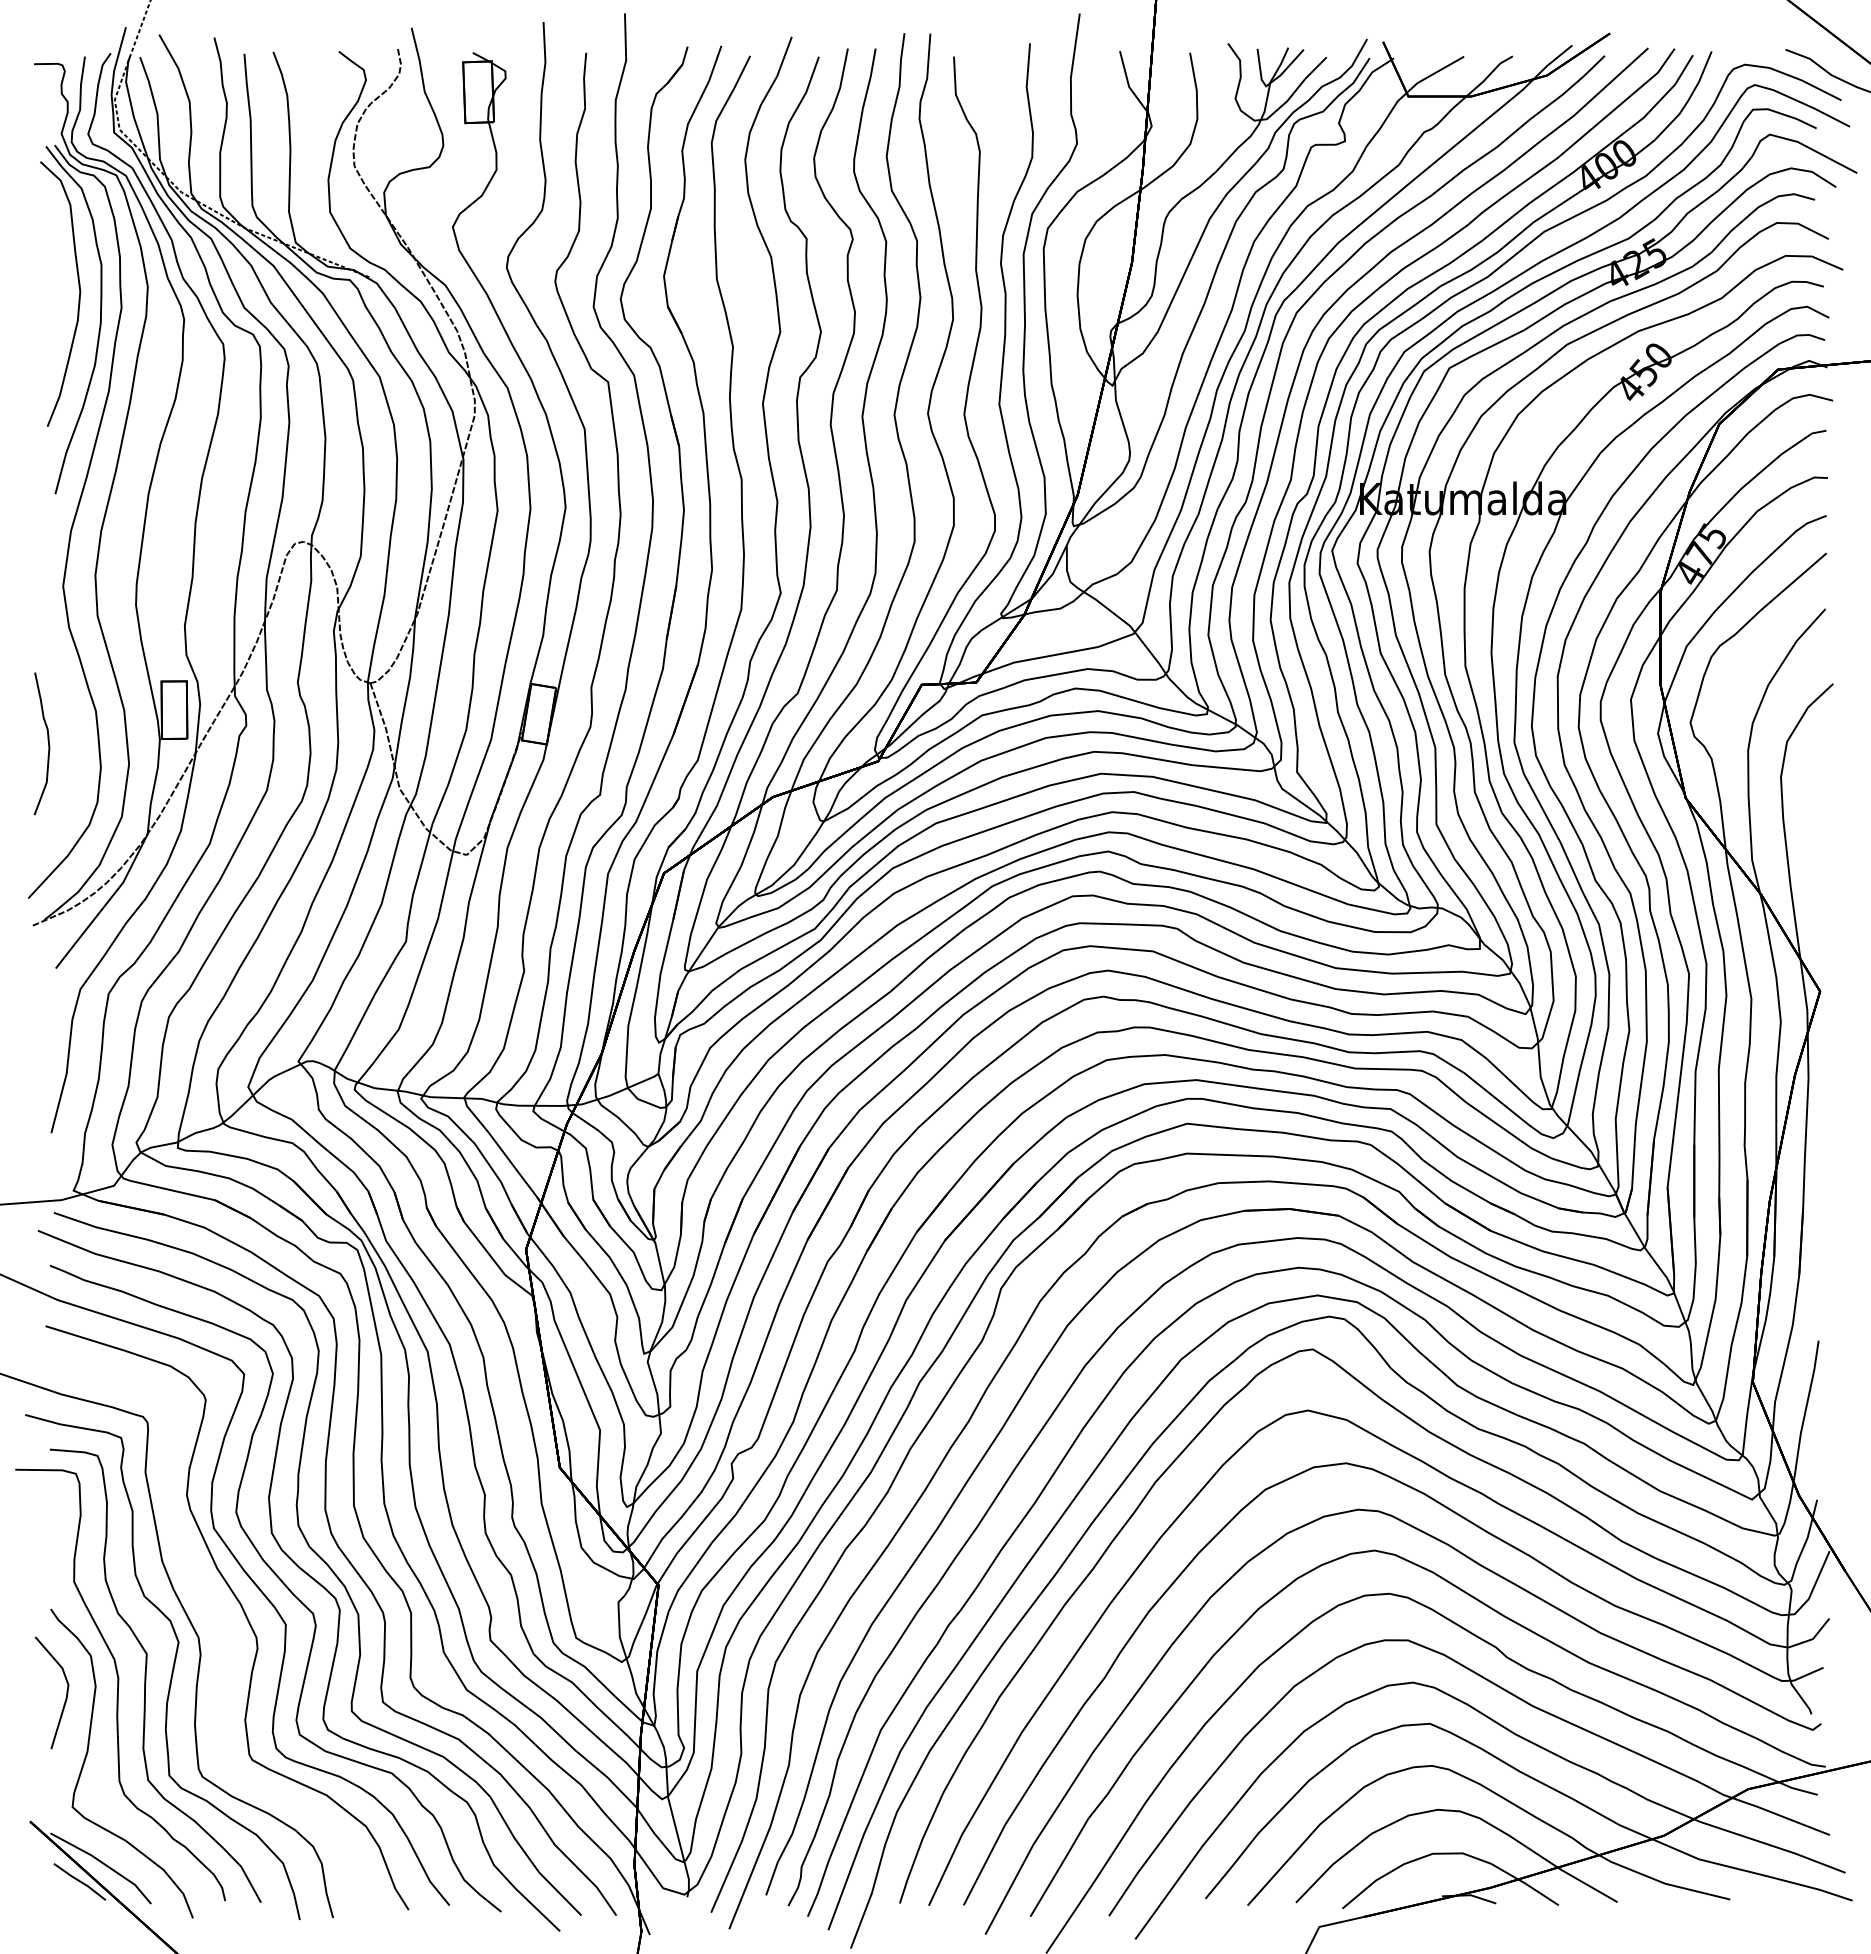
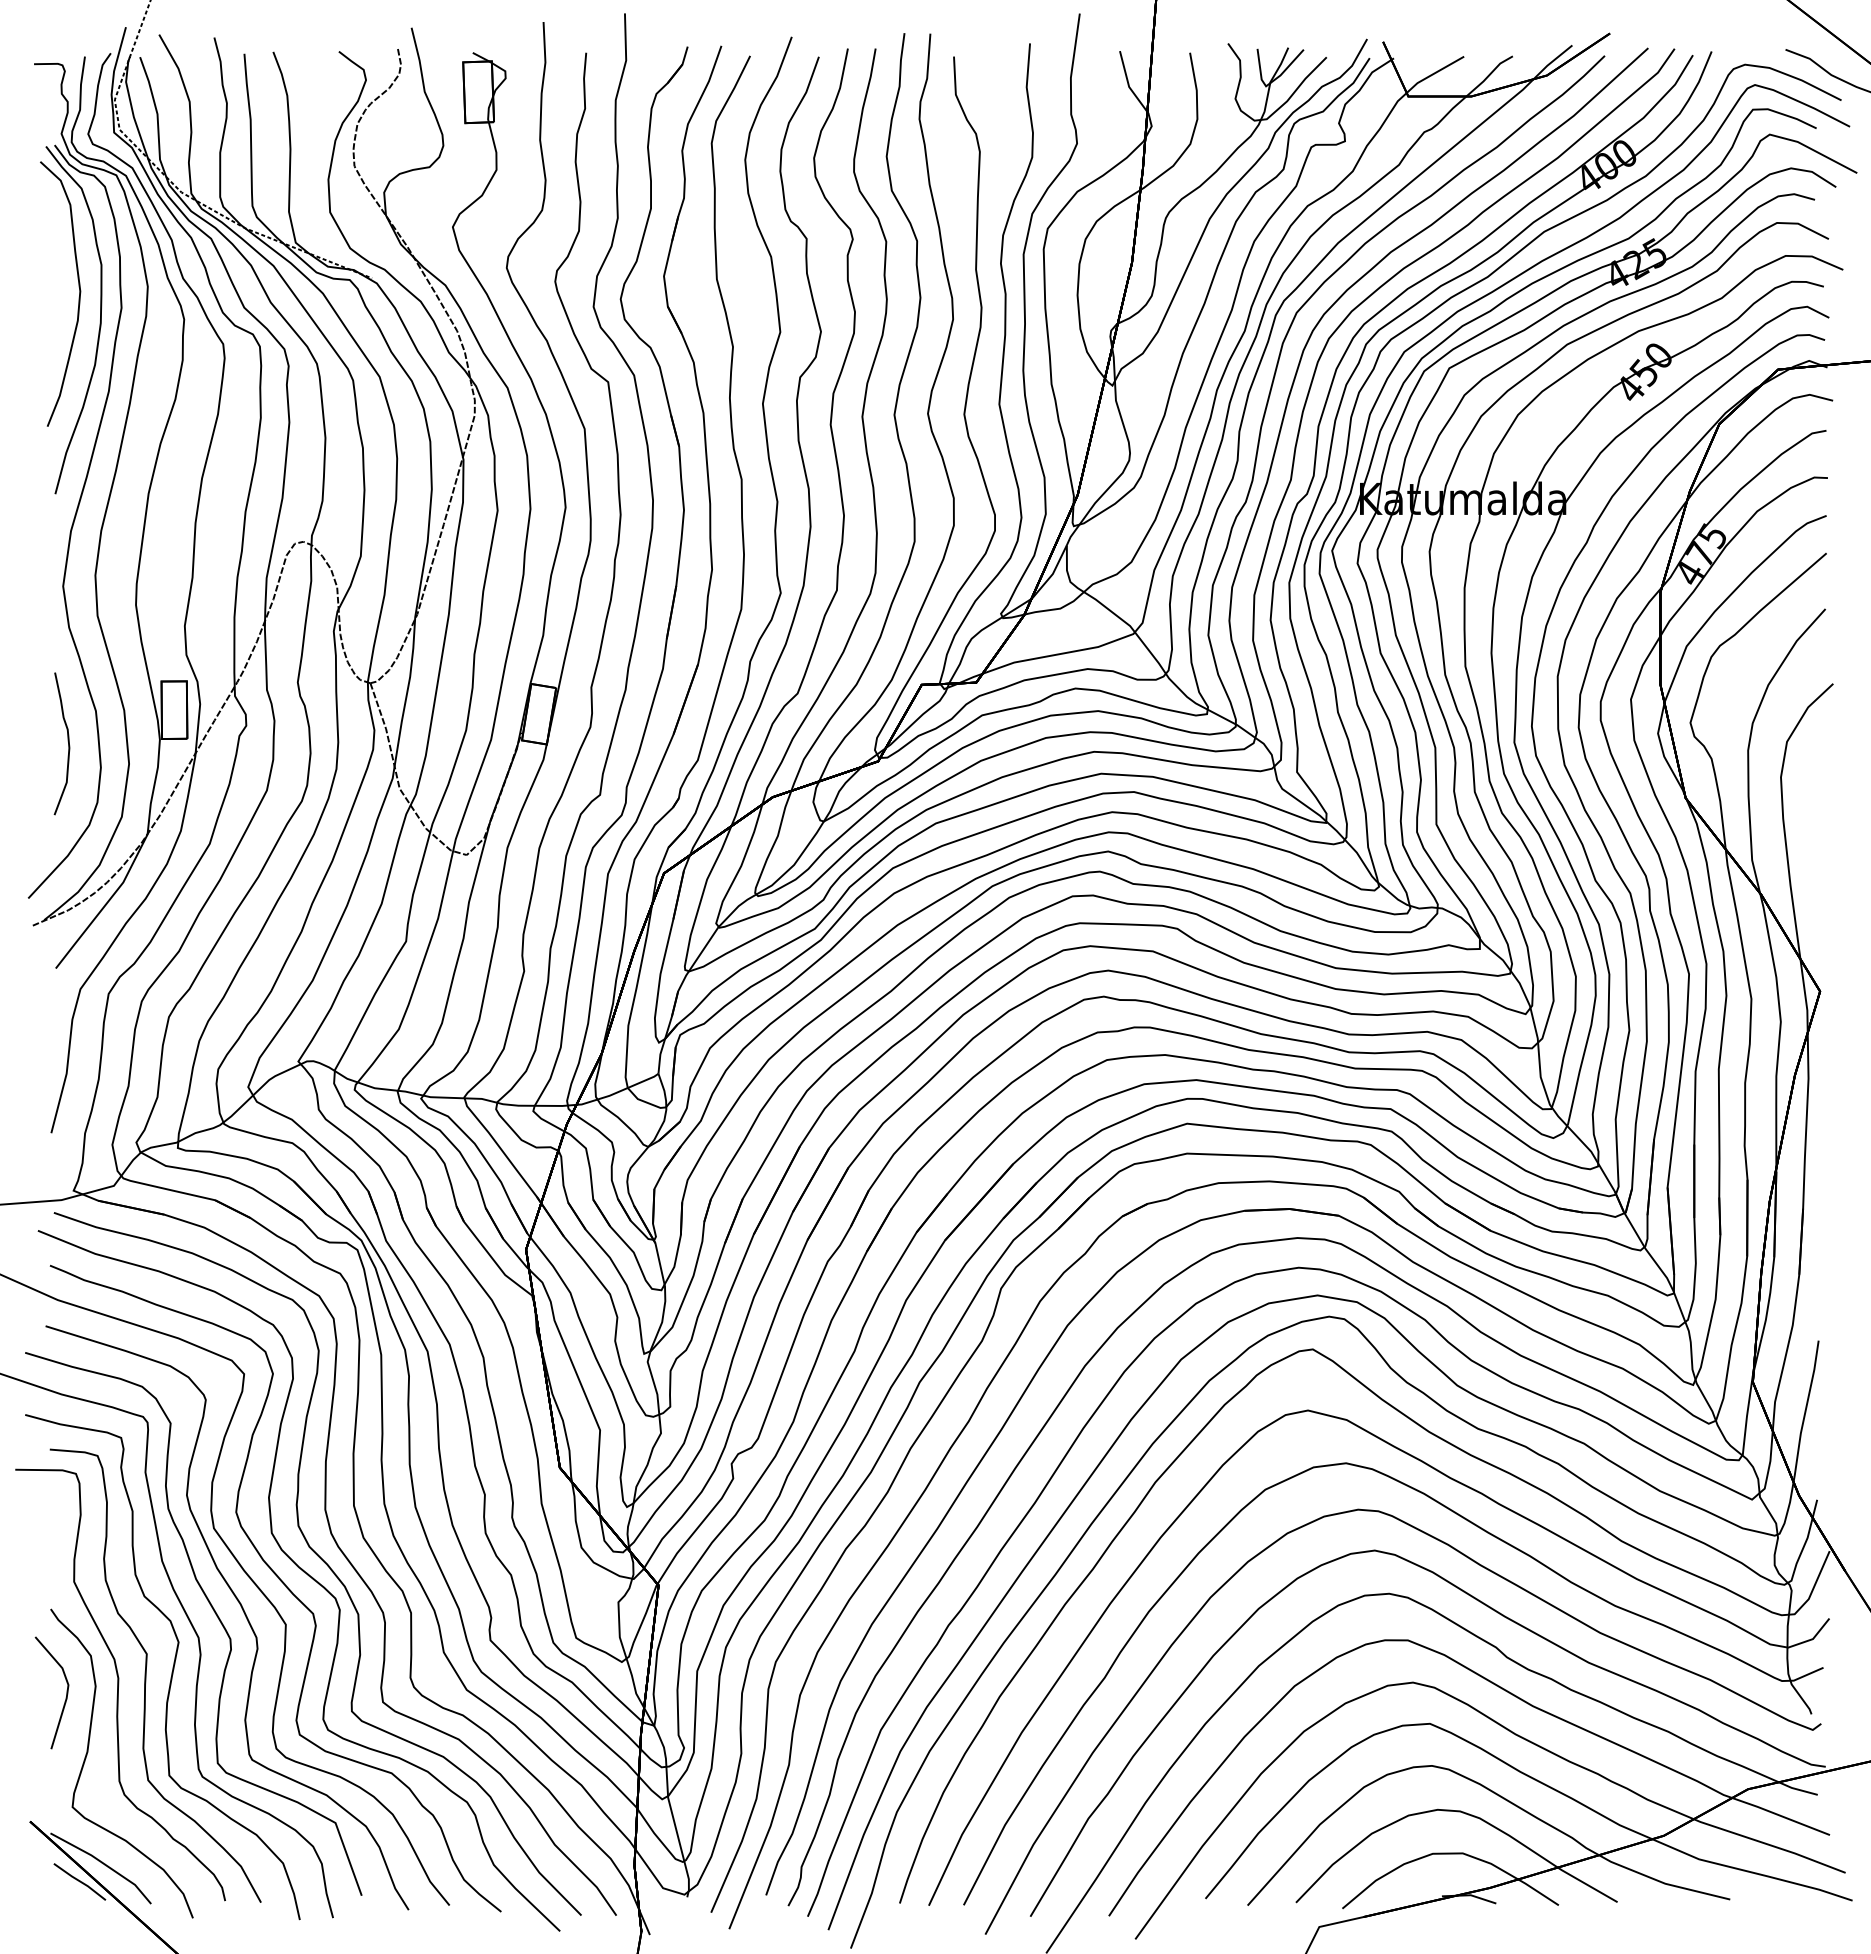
curve at (47, 741) position: (47, 741) -> (67, 741)
curve at (213, 1611): none -> present
